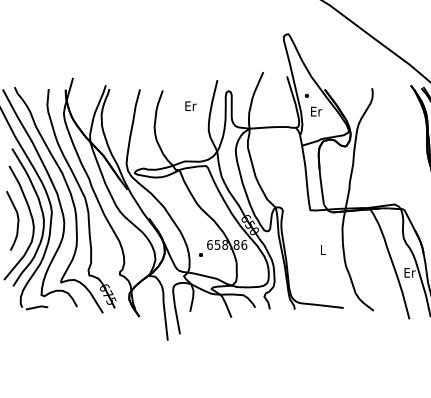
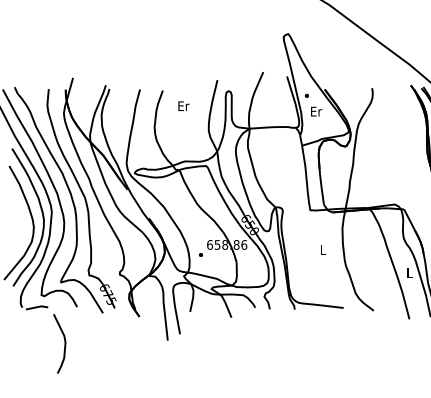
text at (190, 105) position: (190, 105) -> (183, 105)
curve at (17, 220) position: (17, 220) -> (64, 343)
text at (409, 272): Er -> L
